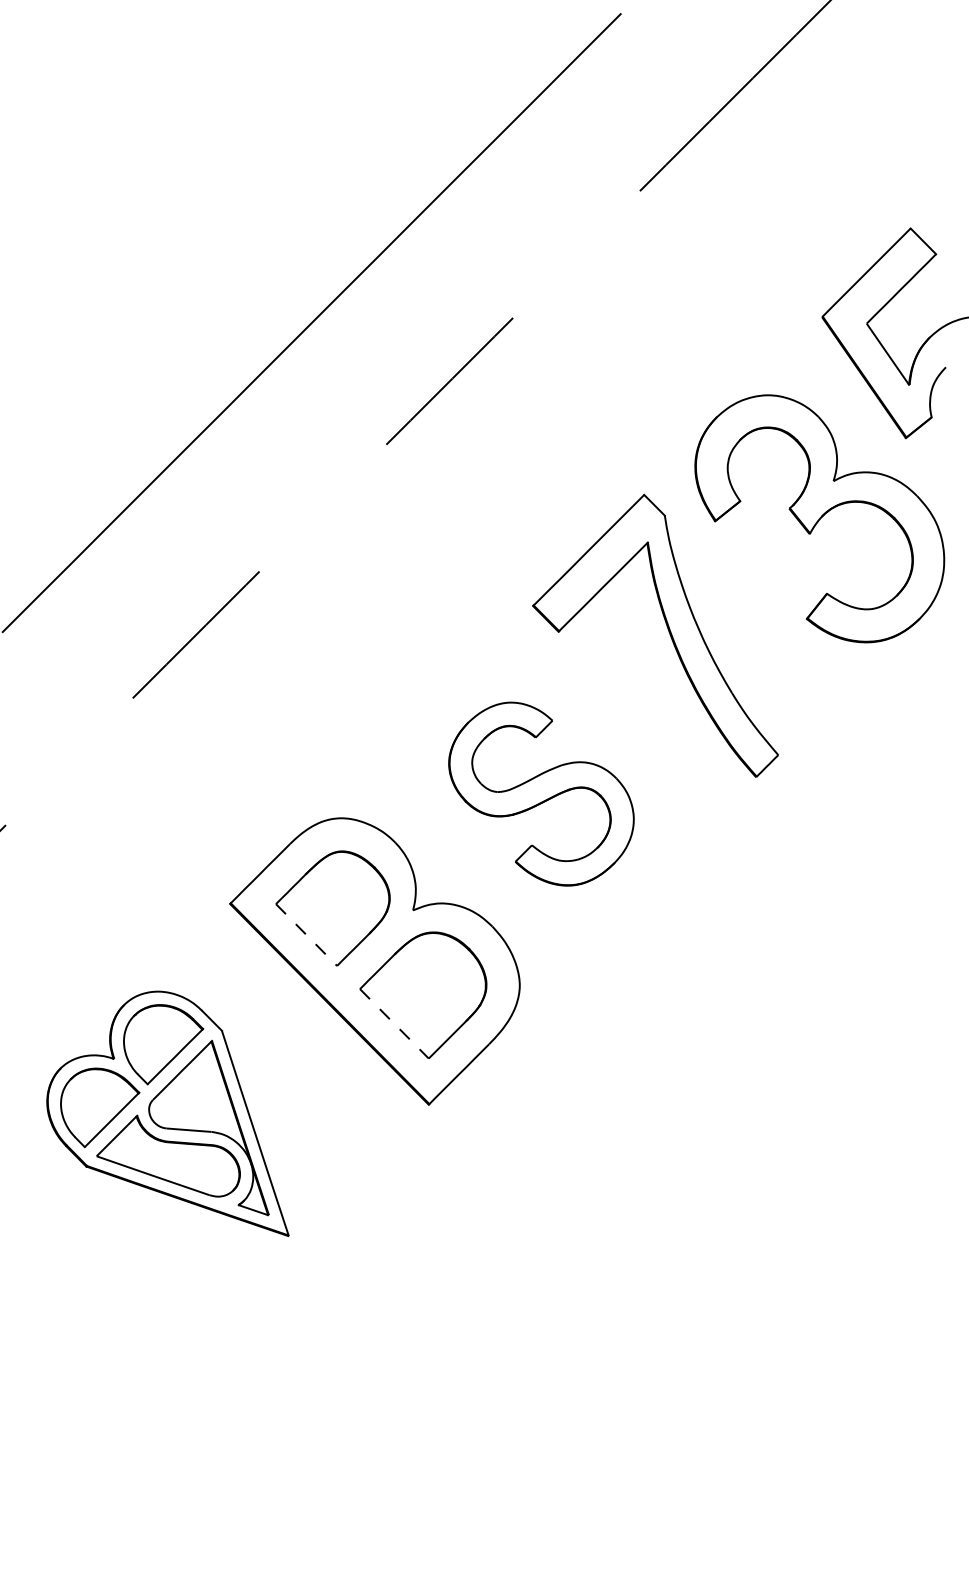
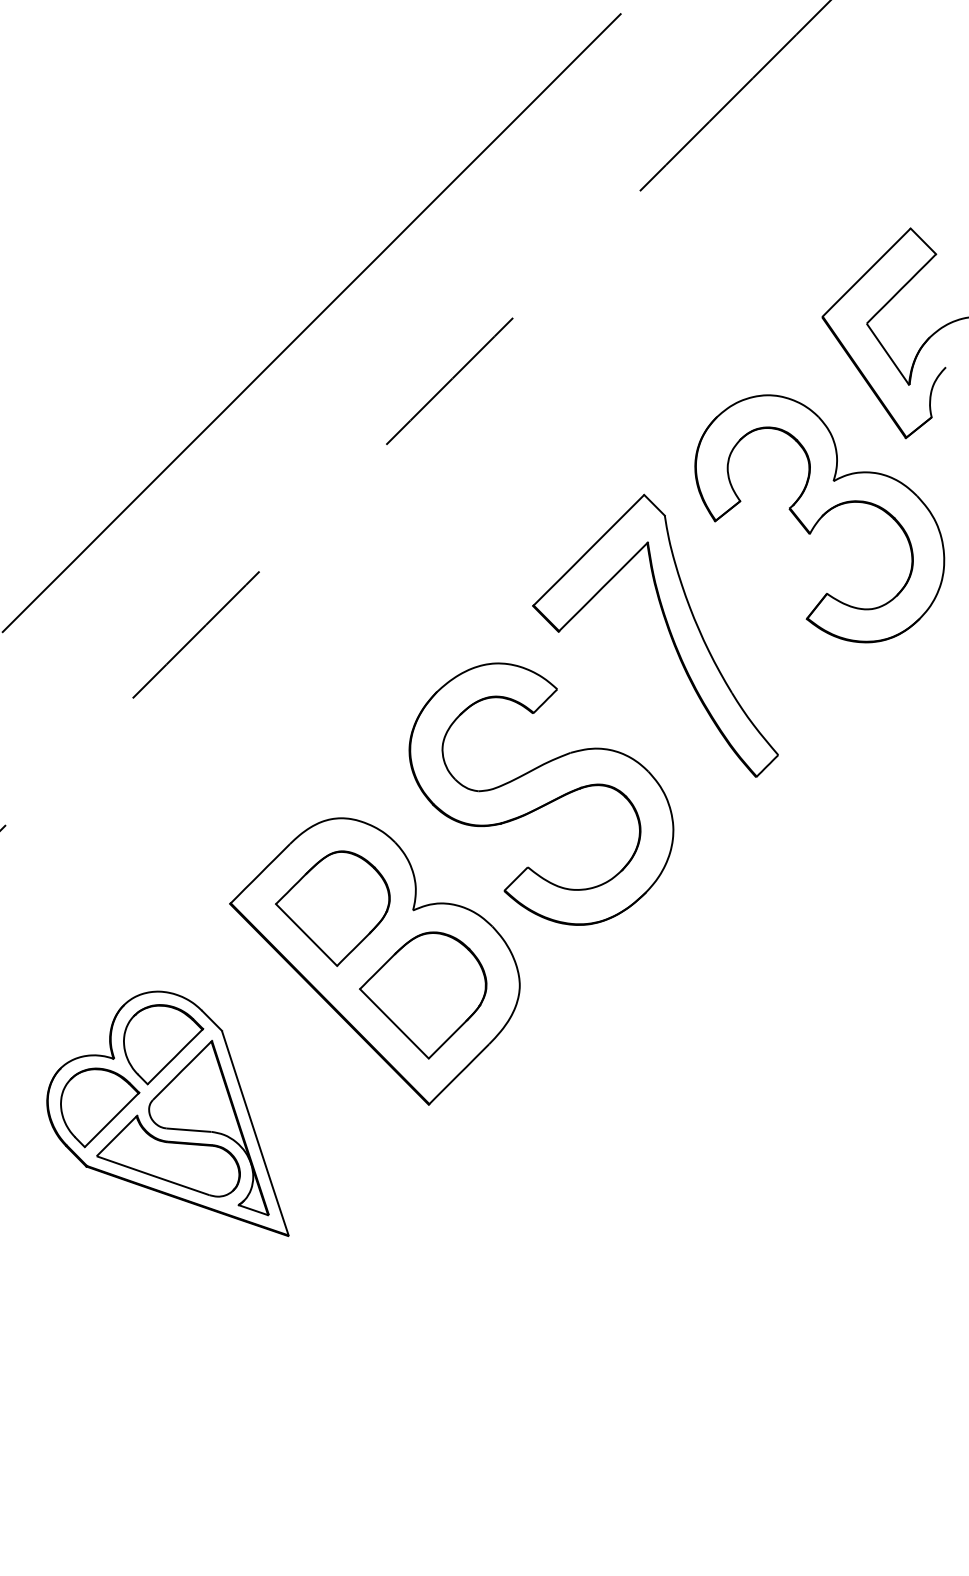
part at (541, 793) size: 187x186 px -> 267x264 px
line at (306, 935): dashed -> solid
line at (394, 1023): dashed -> solid
